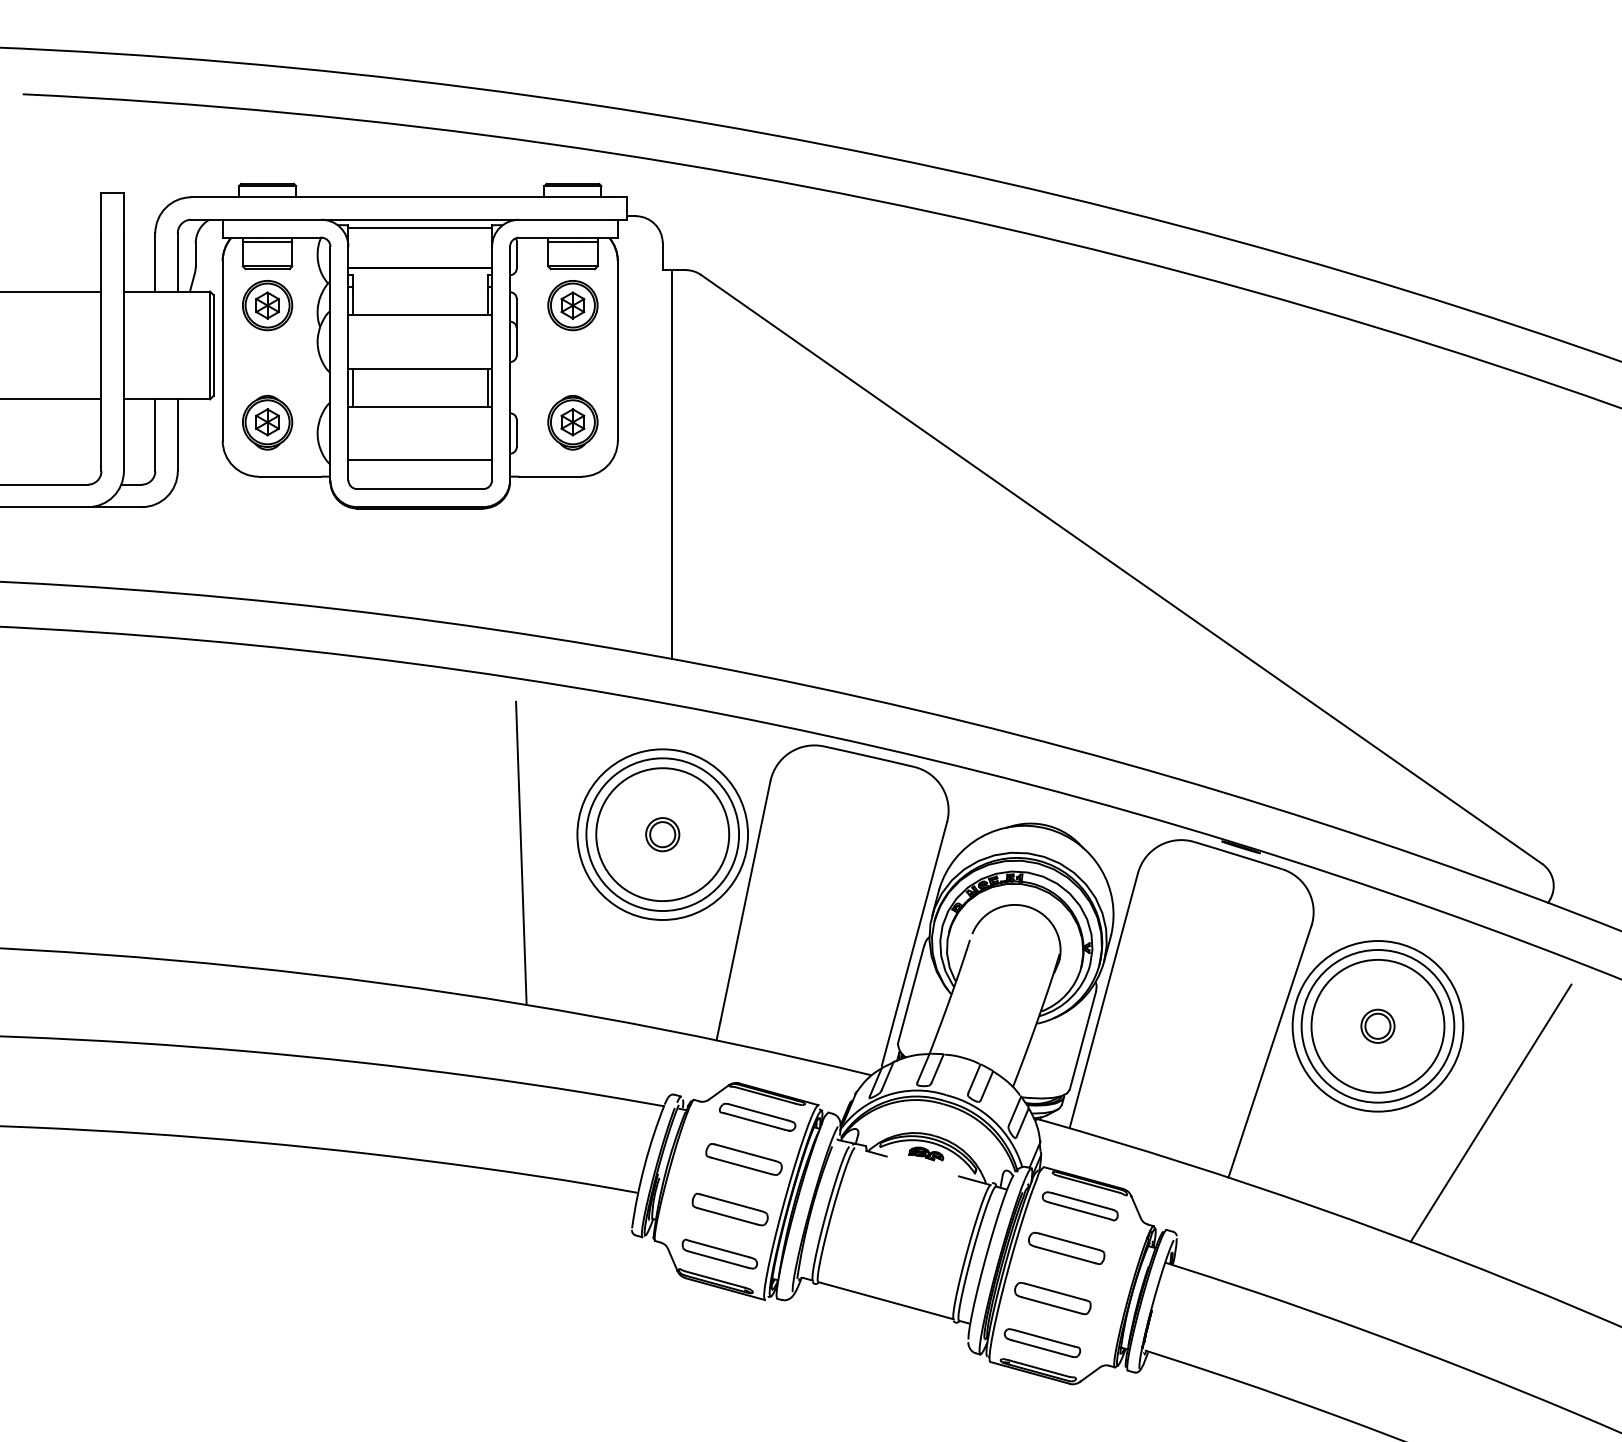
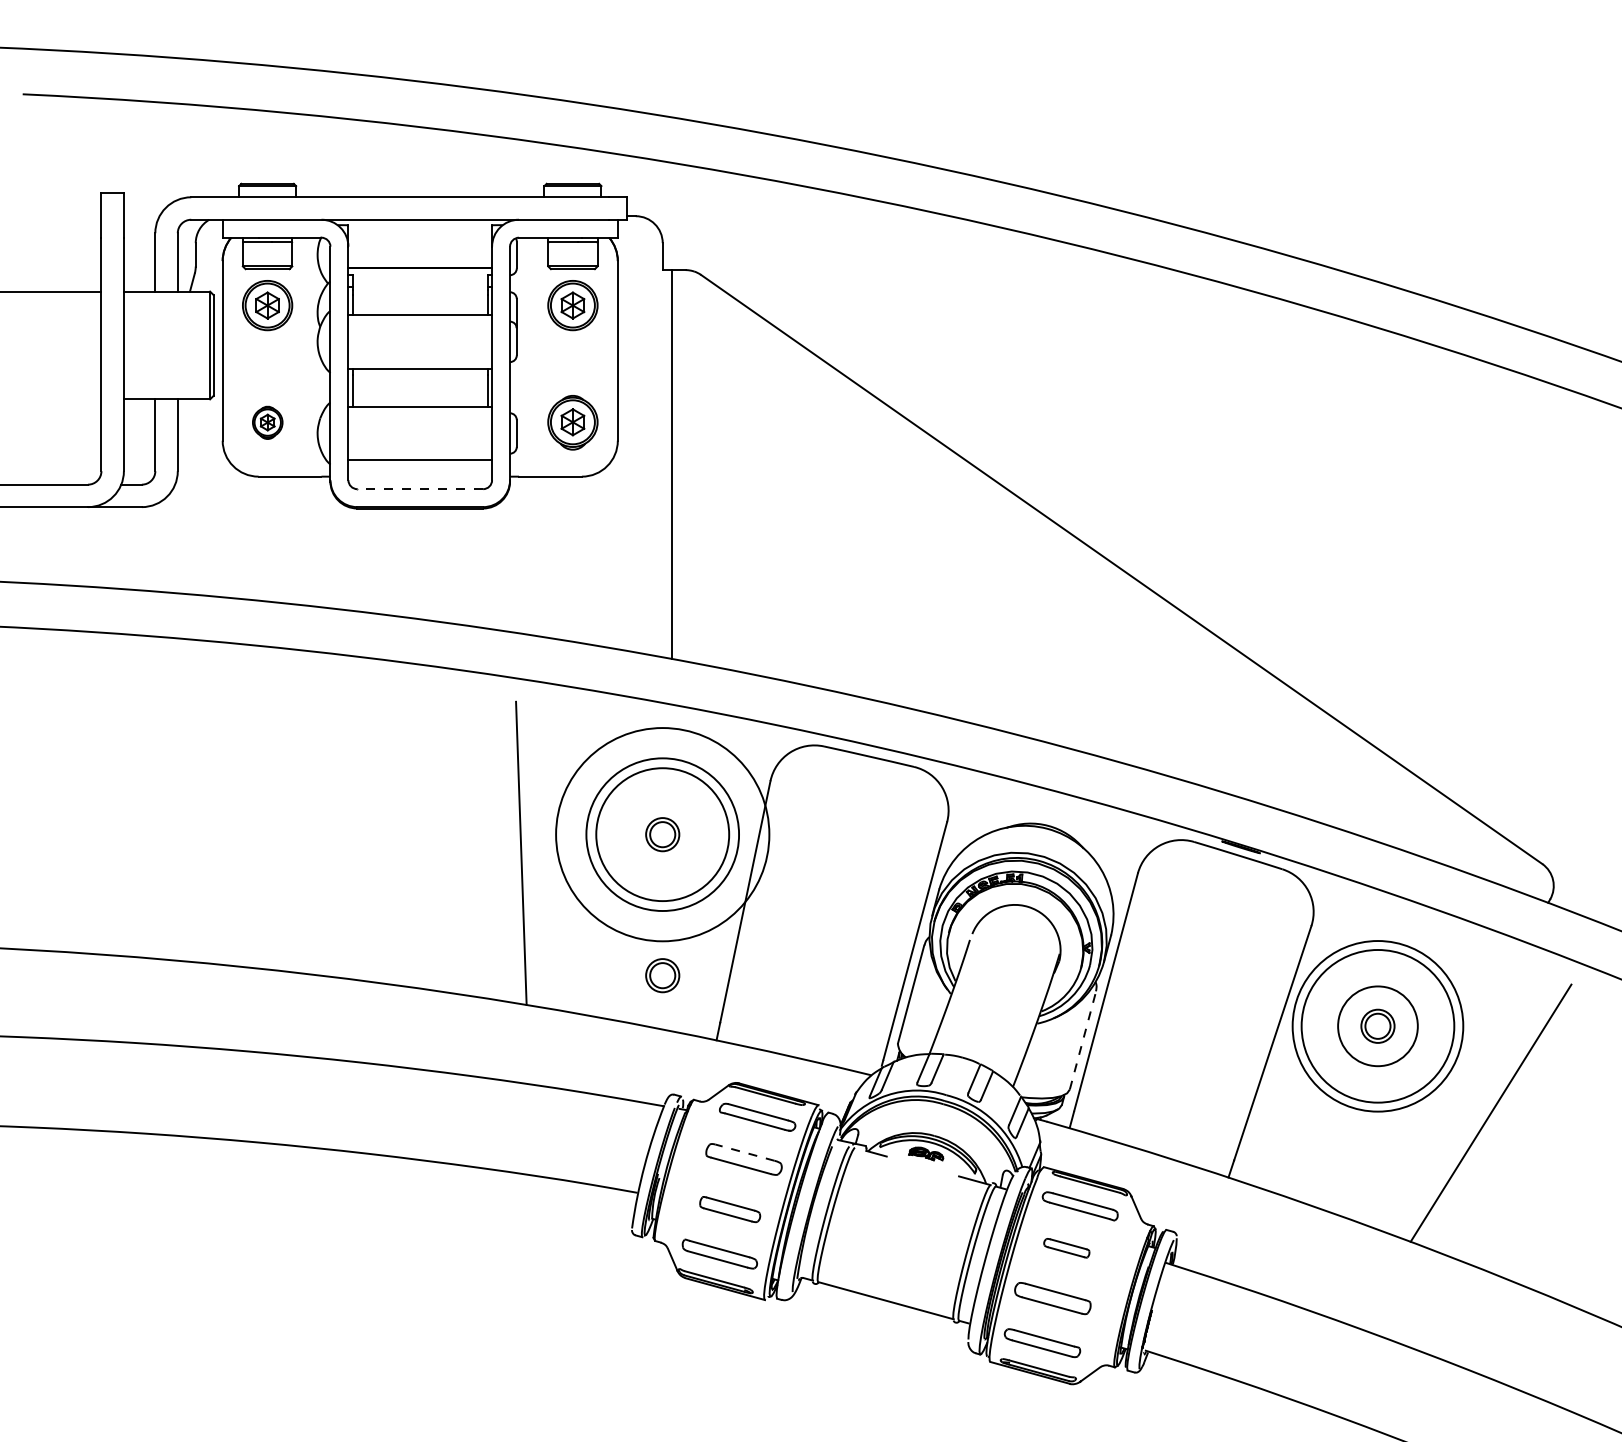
line at (420, 228): present -> none
line at (51, 399): present -> none
part at (267, 422) size: 52x56 px -> 32x35 px
line at (420, 489): solid -> dashed
circle at (662, 834) diameter: 171 px -> 213 px
part at (662, 975): none -> present
circle at (1377, 1025) diameter: 133 px -> 80 px
line at (1082, 1040): solid -> dashed
line at (744, 1152): solid -> dashed
part at (729, 1209) size: 78x35 px -> 63x28 px
part at (1066, 1247) size: 78x34 px -> 48x21 px
